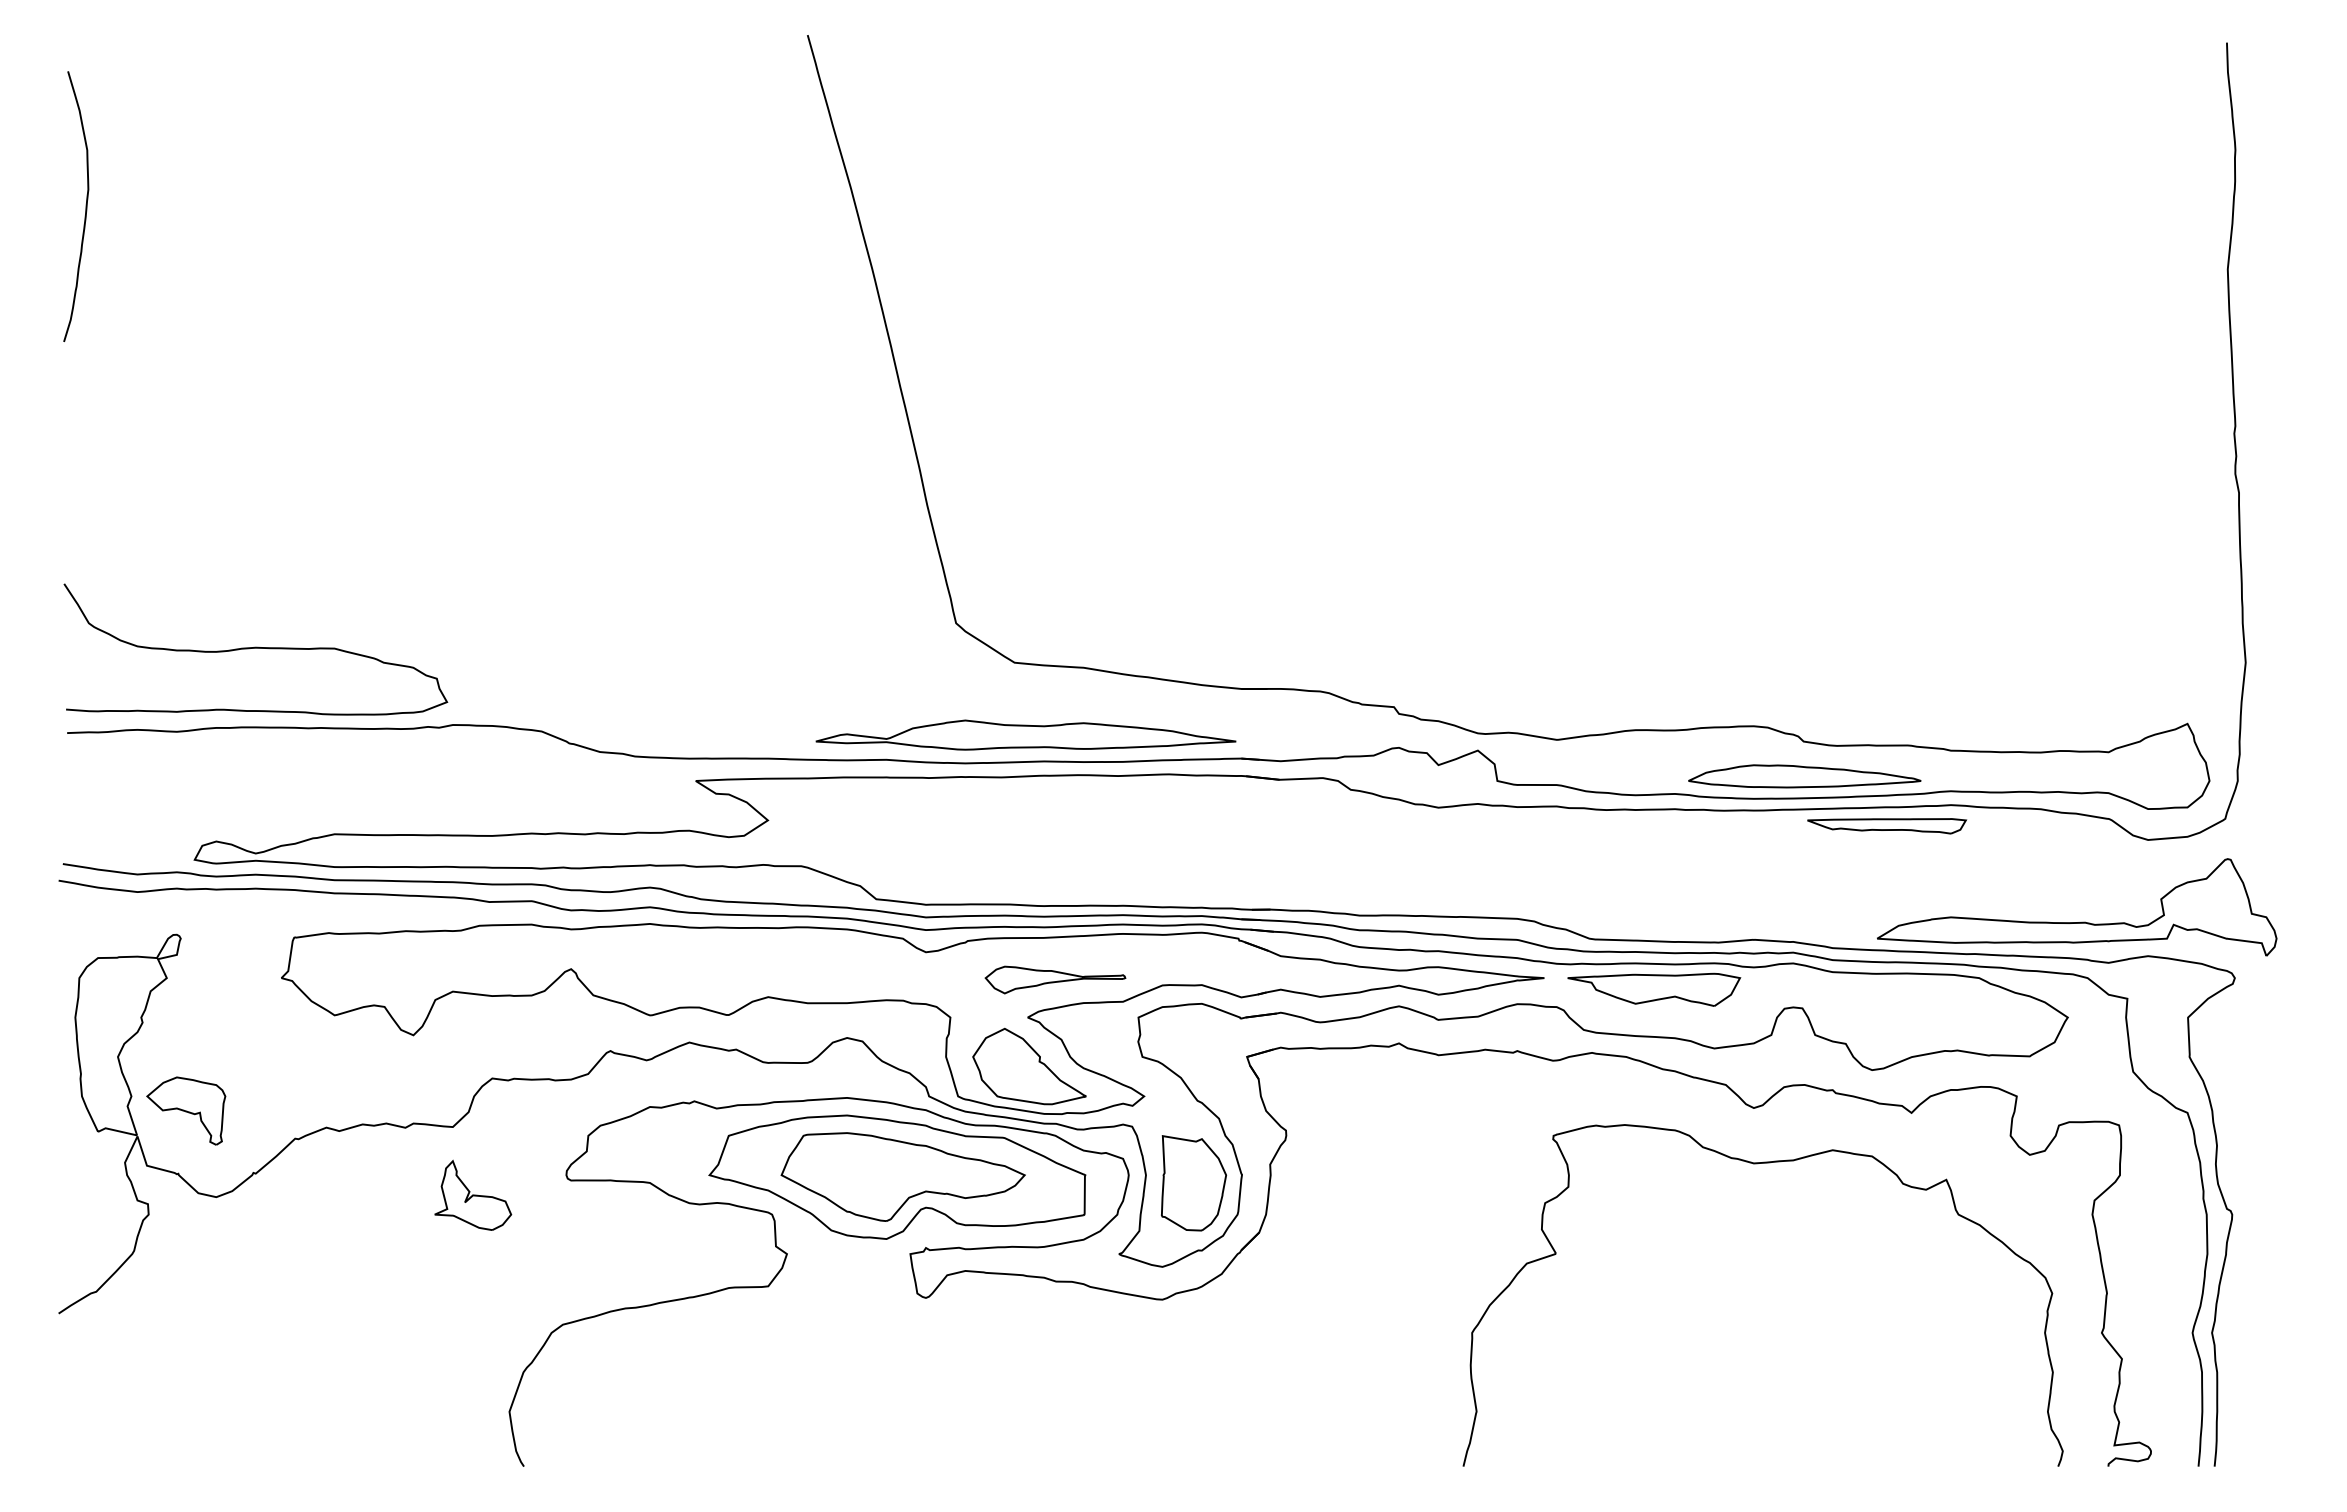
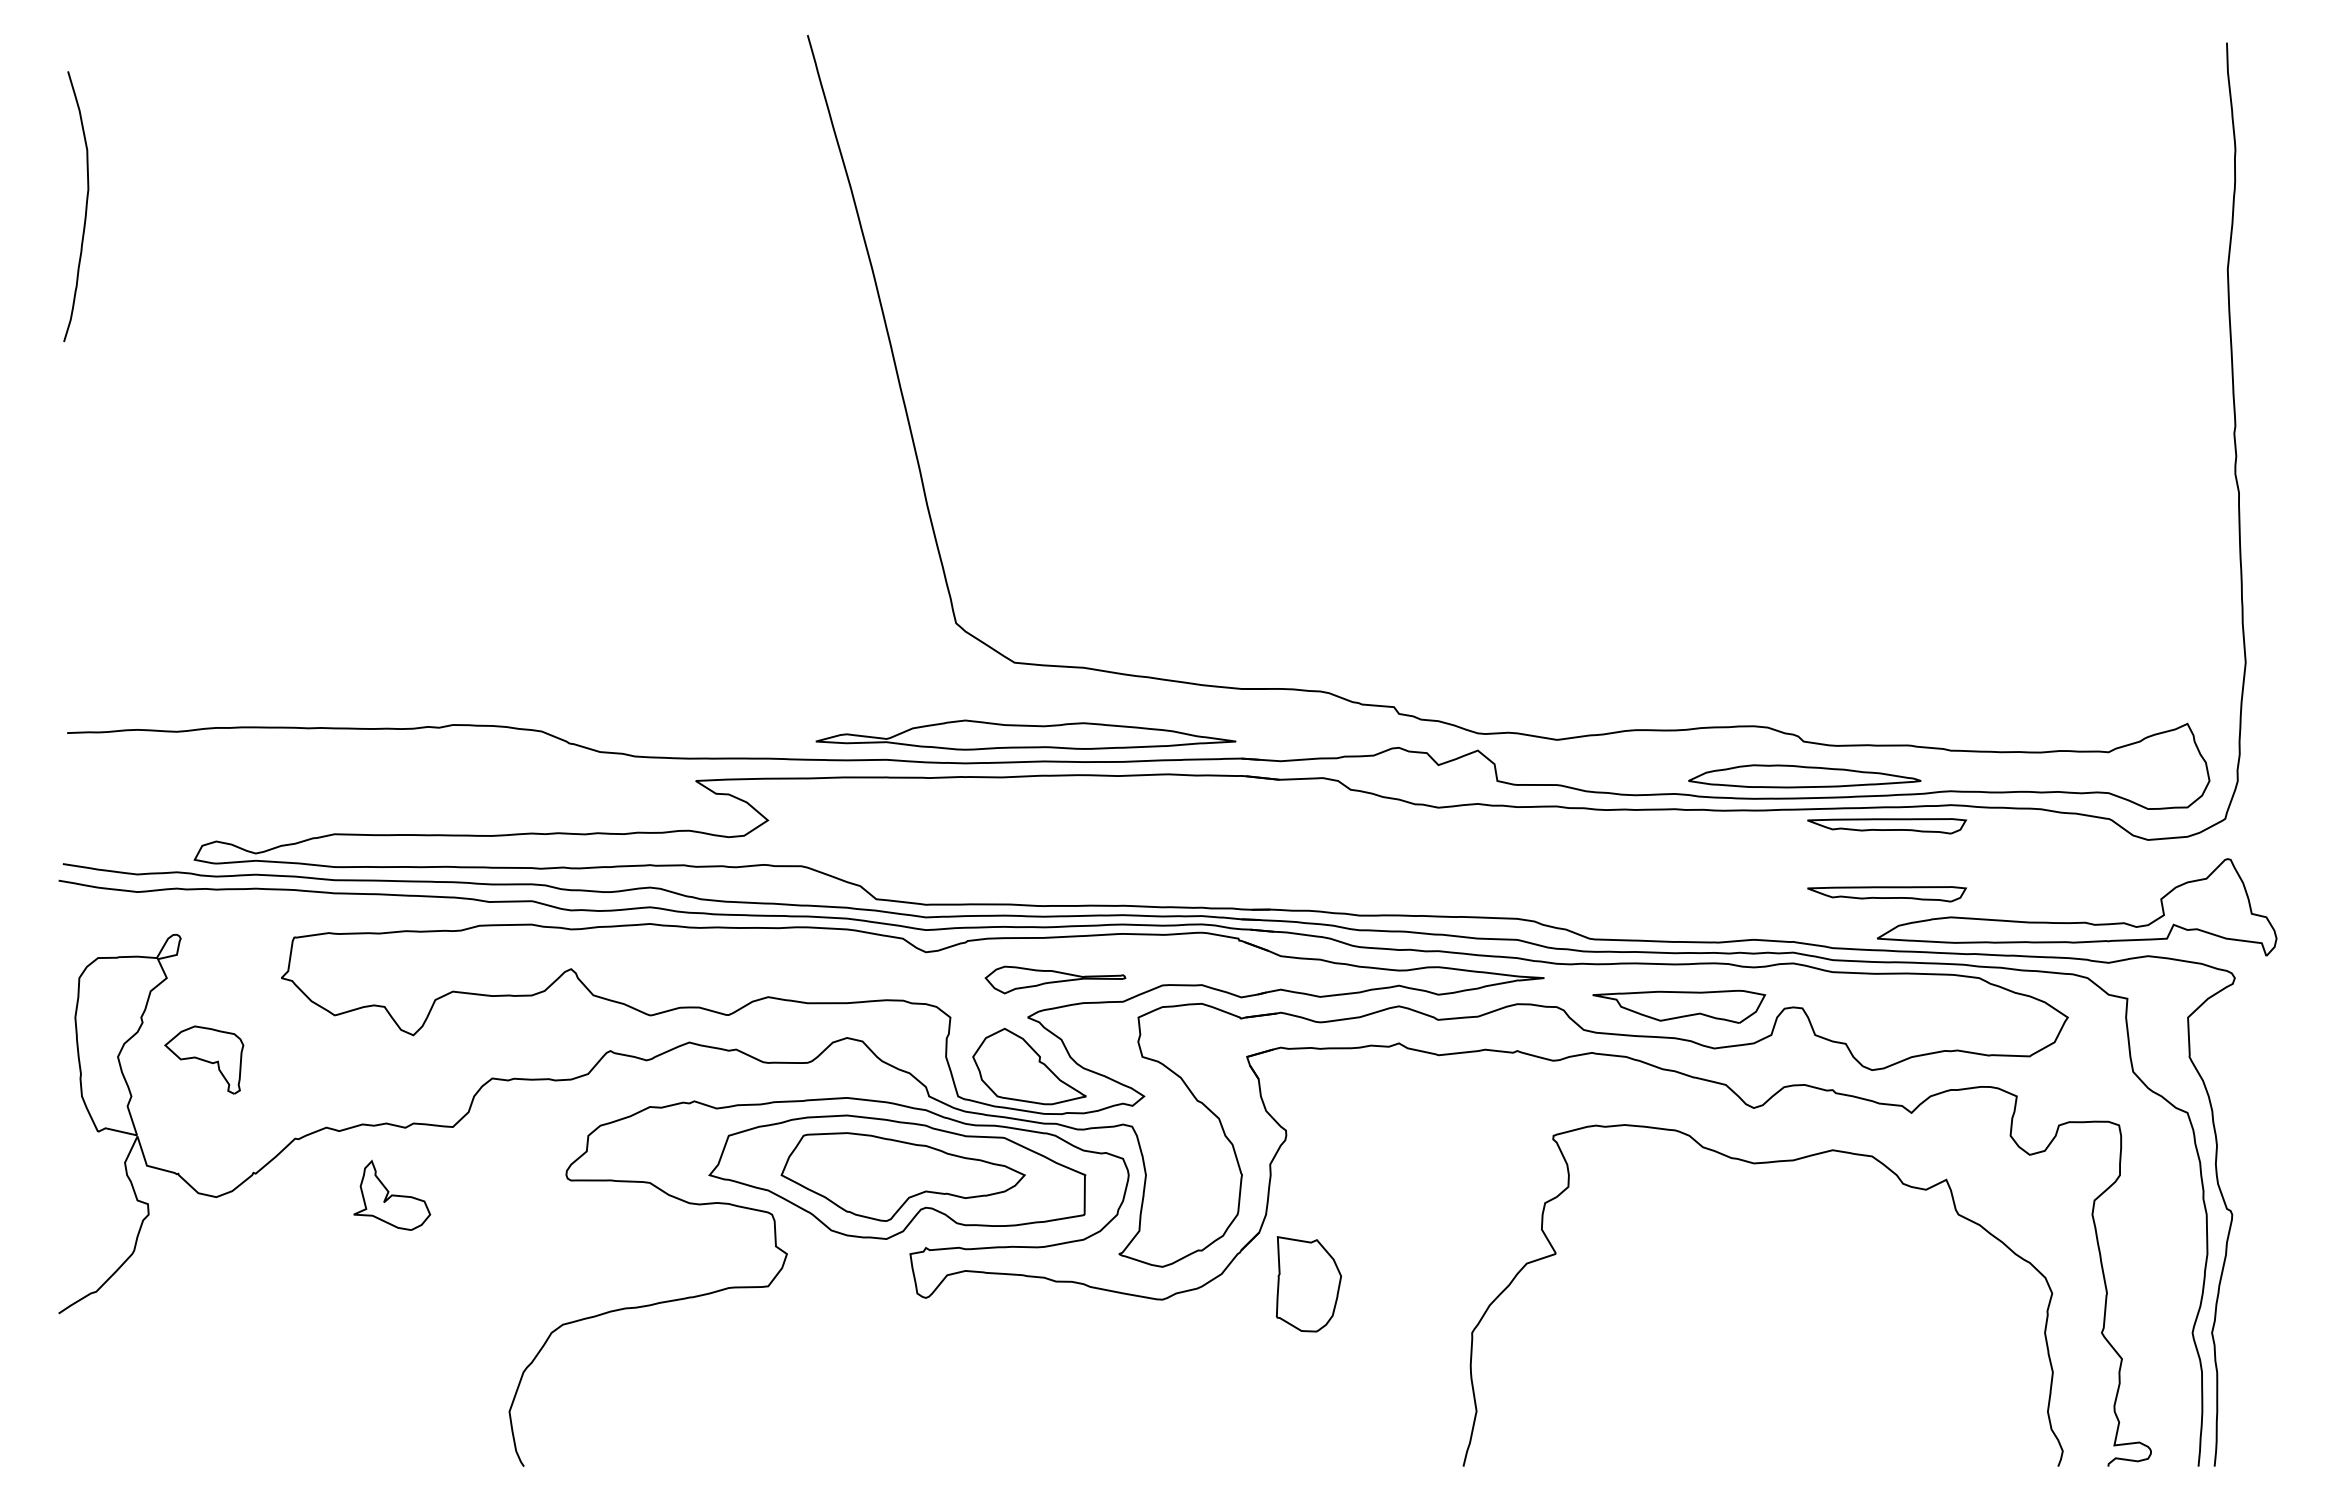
curve at (255, 648): present -> none
part at (1887, 894): none -> present
part at (1654, 989) position: (1654, 989) -> (1679, 1006)
part at (186, 1110) position: (186, 1110) -> (204, 1059)
part at (1194, 1183) position: (1194, 1183) -> (1309, 1284)
part at (473, 1194) position: (473, 1194) -> (392, 1194)
